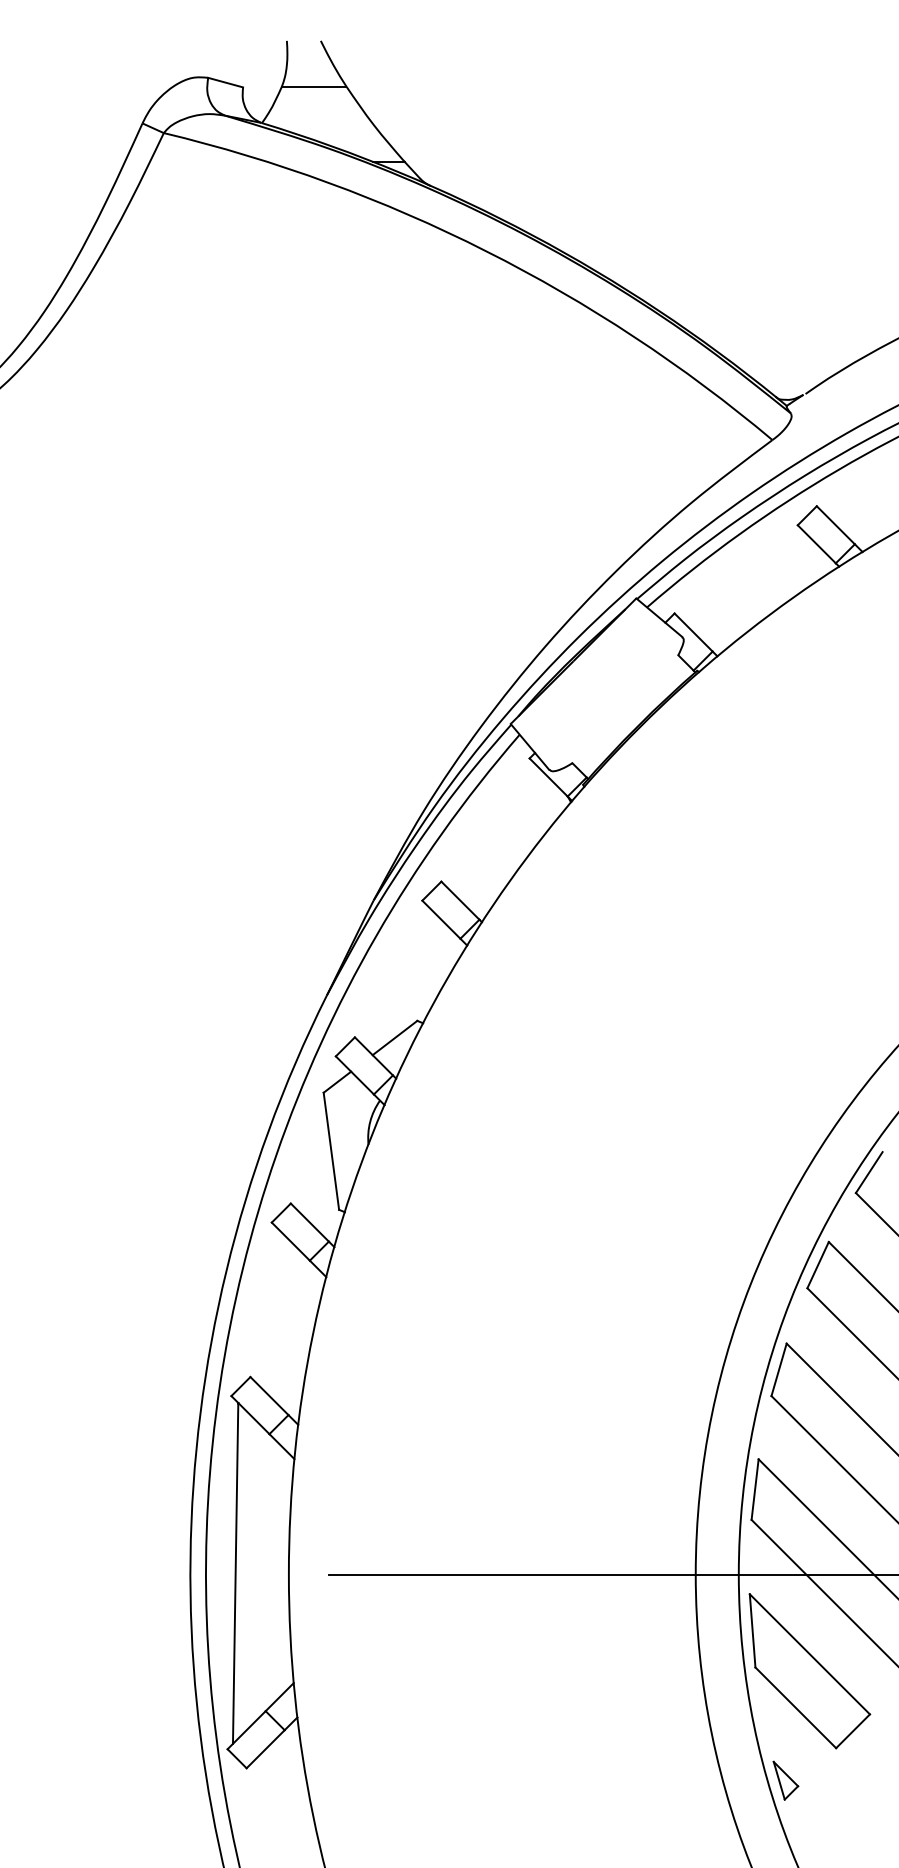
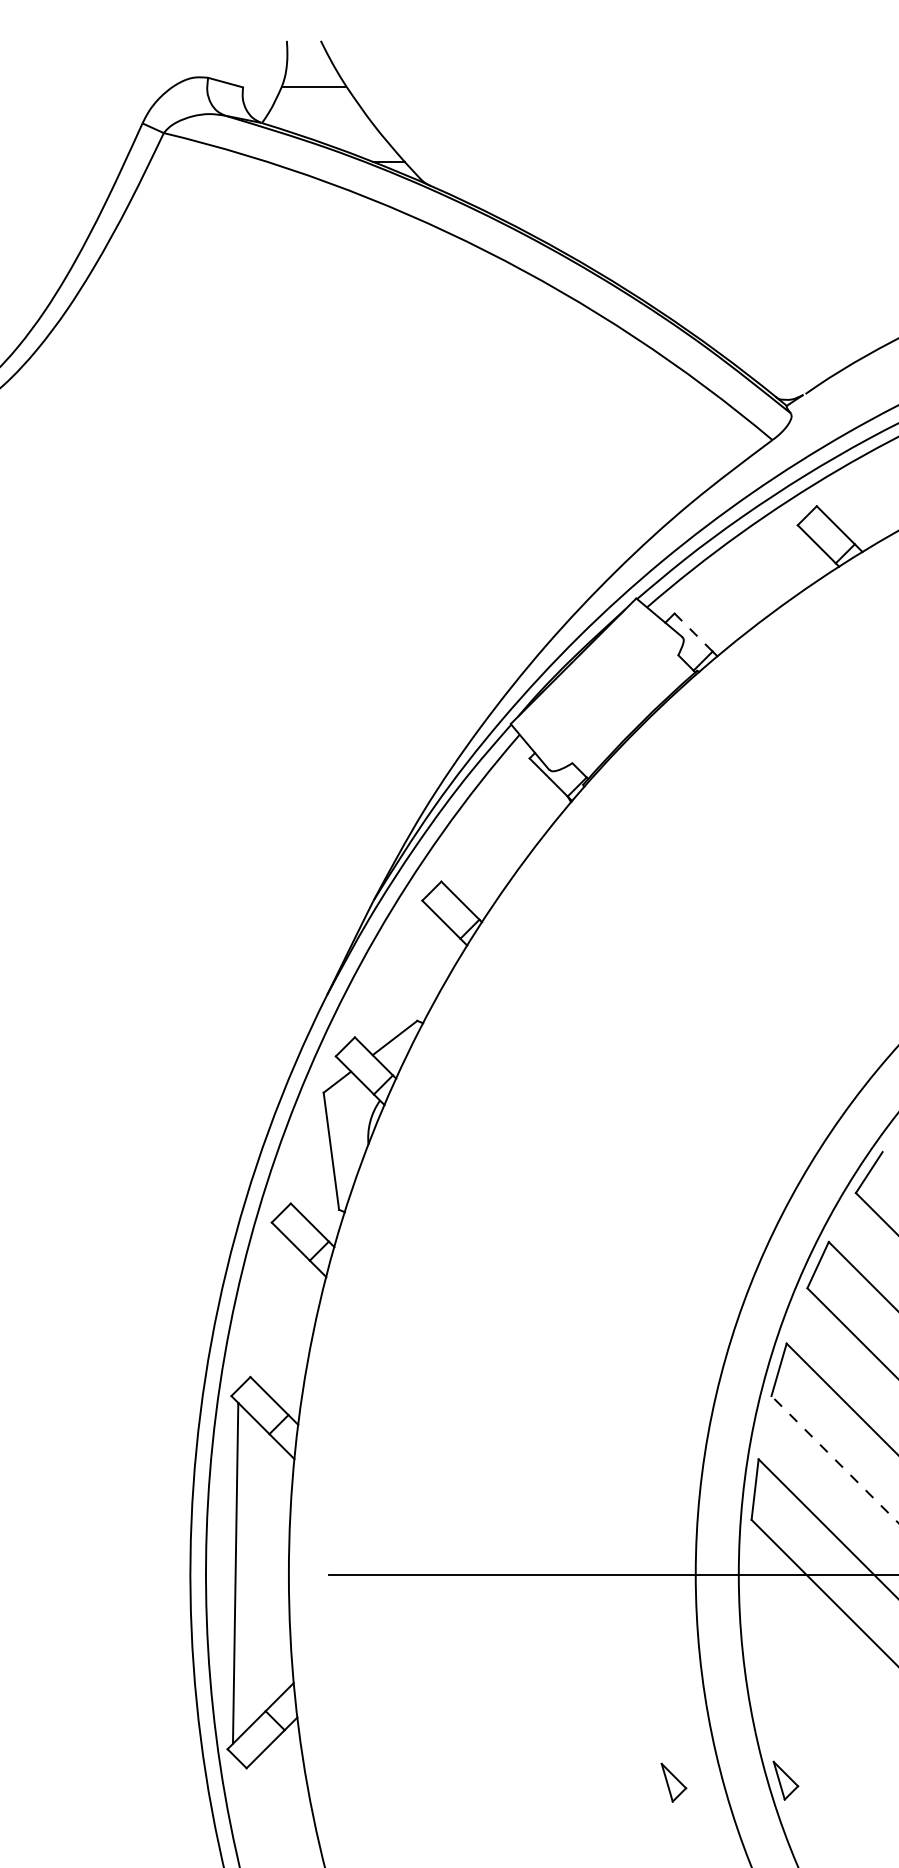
line at (693, 632): solid -> dashed
line at (835, 1459): solid -> dashed
part at (809, 1671): present -> none
part at (673, 1782): none -> present
